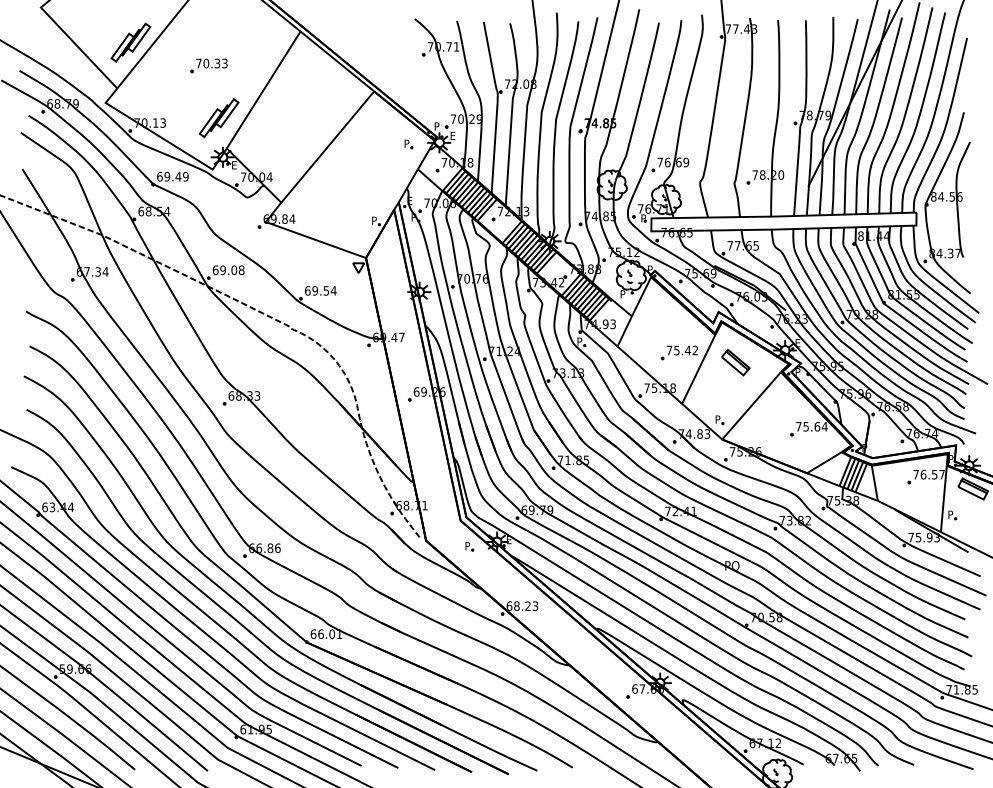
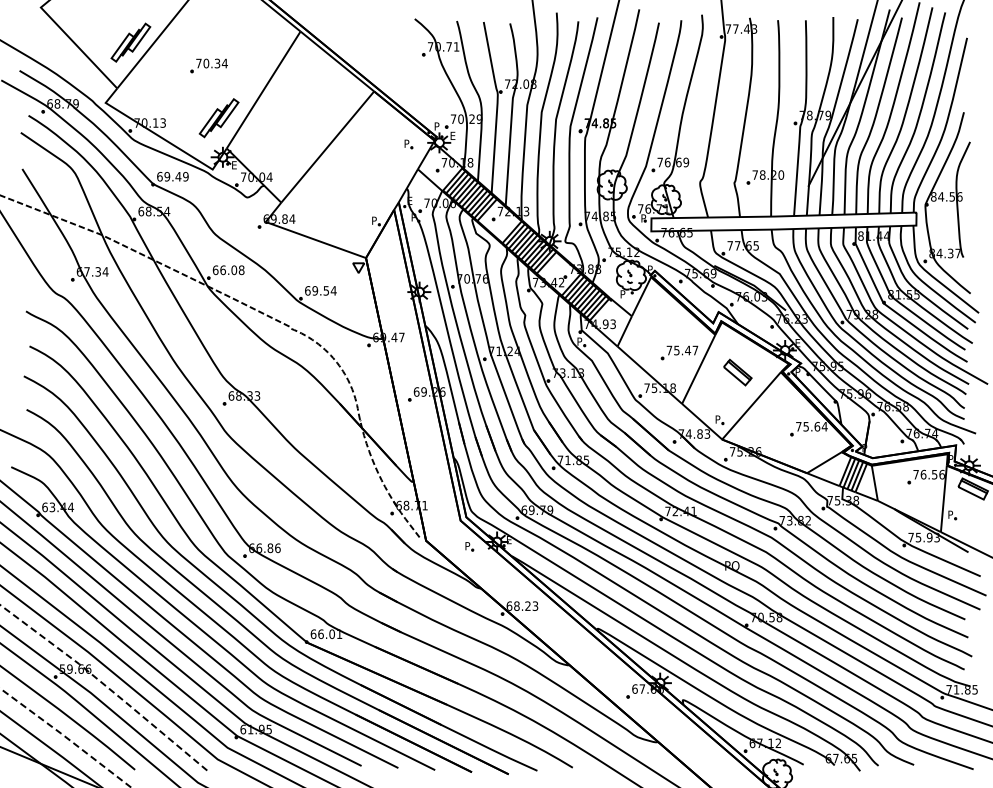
text at (224, 63): 70.33 -> 70.34
text at (222, 270): 69.08 -> 66.08
text at (695, 350): 75.42 -> 75.47
part at (735, 362) position: (735, 362) -> (737, 372)
text at (941, 474): 76.57 -> 76.56
line at (106, 686): solid -> dashed
line at (65, 737): solid -> dashed
